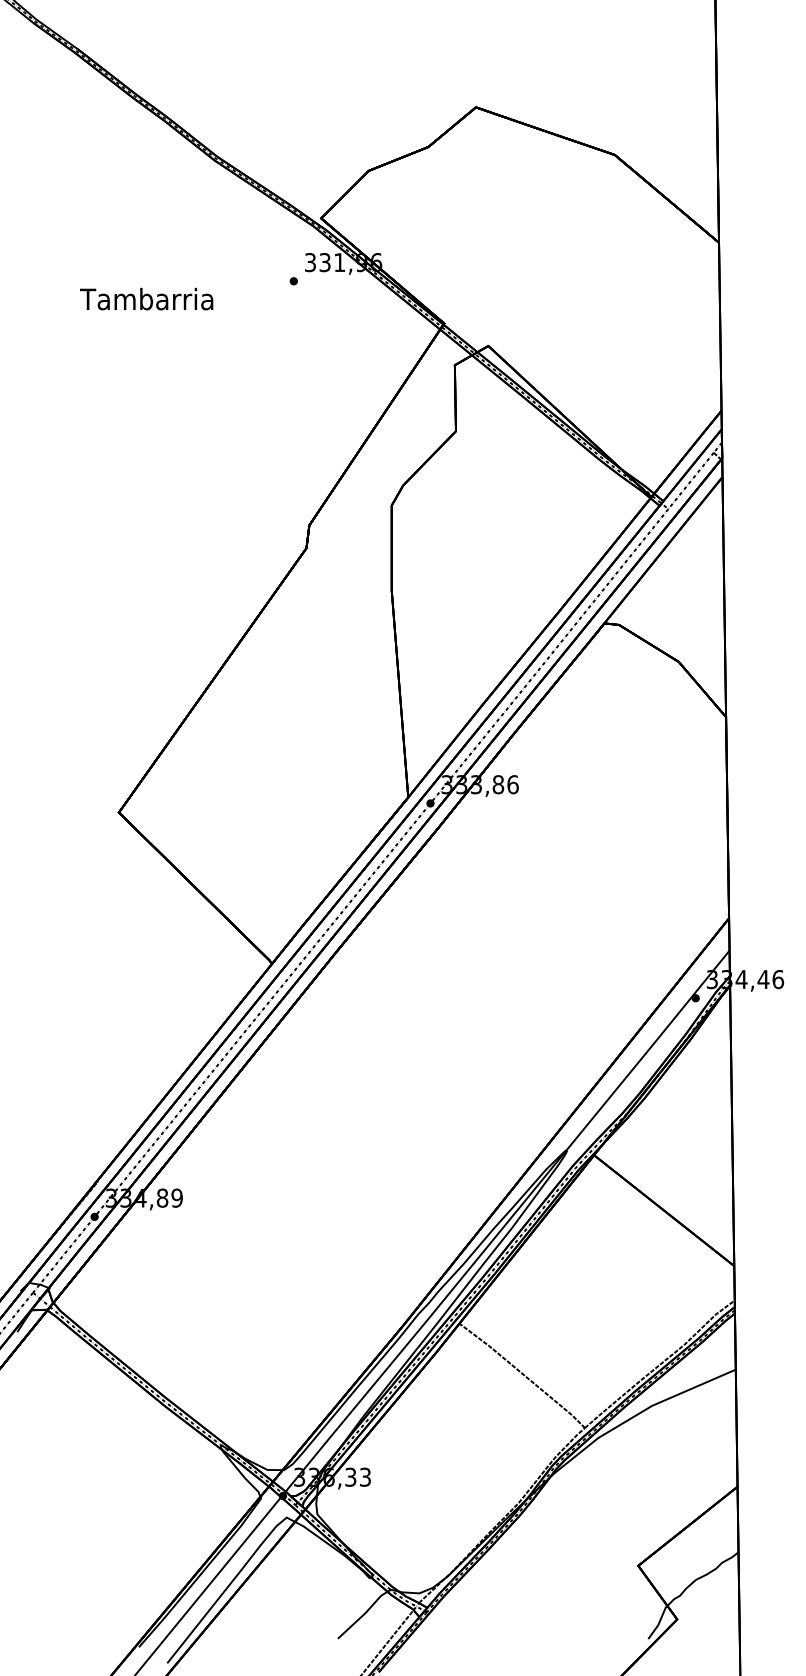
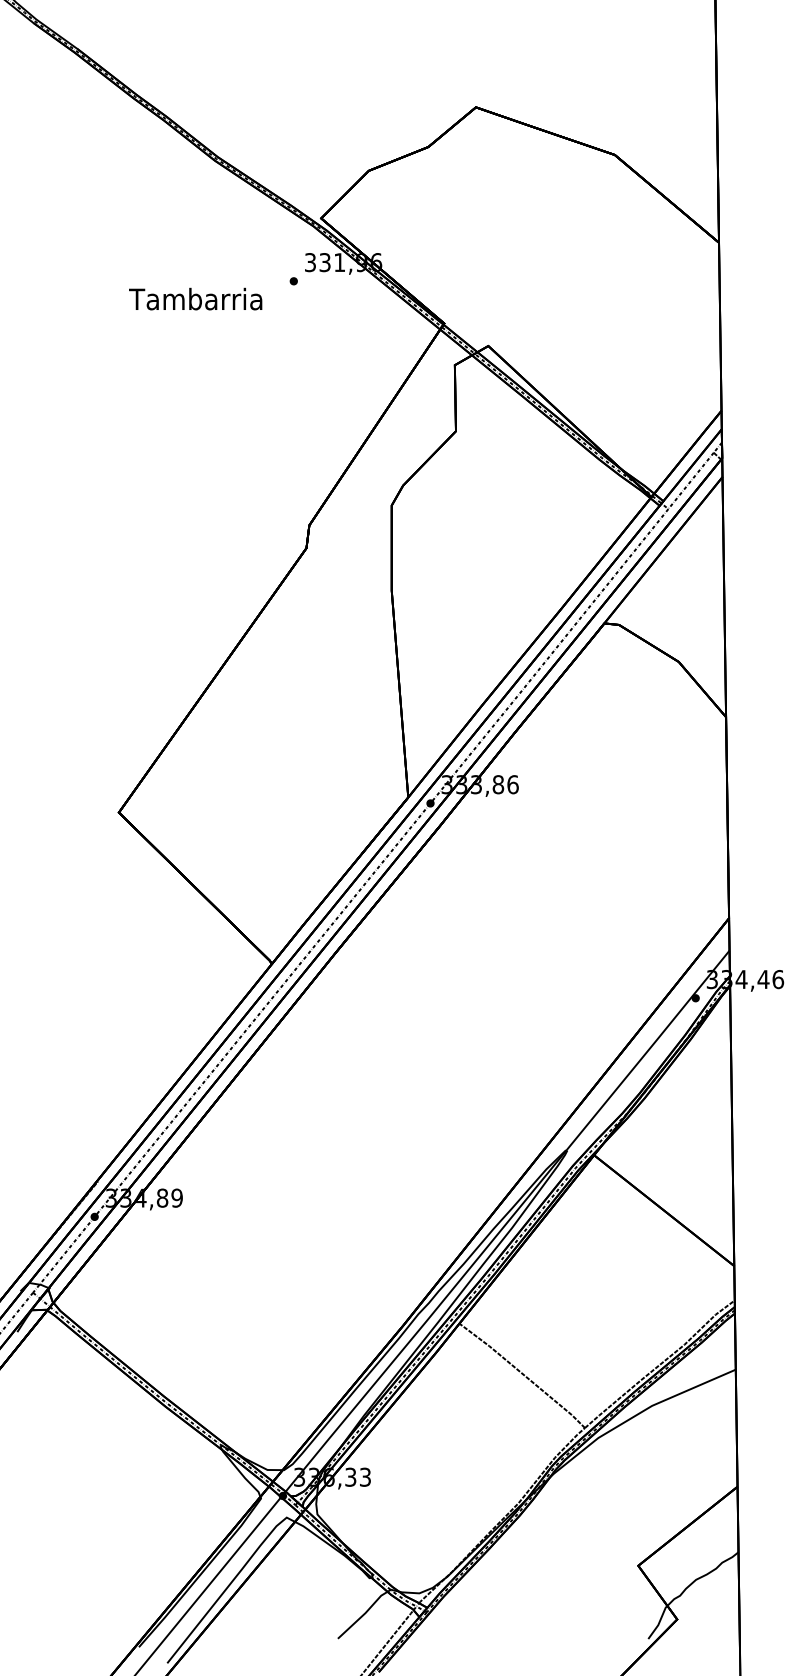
text at (146, 298) position: (146, 298) -> (195, 298)
